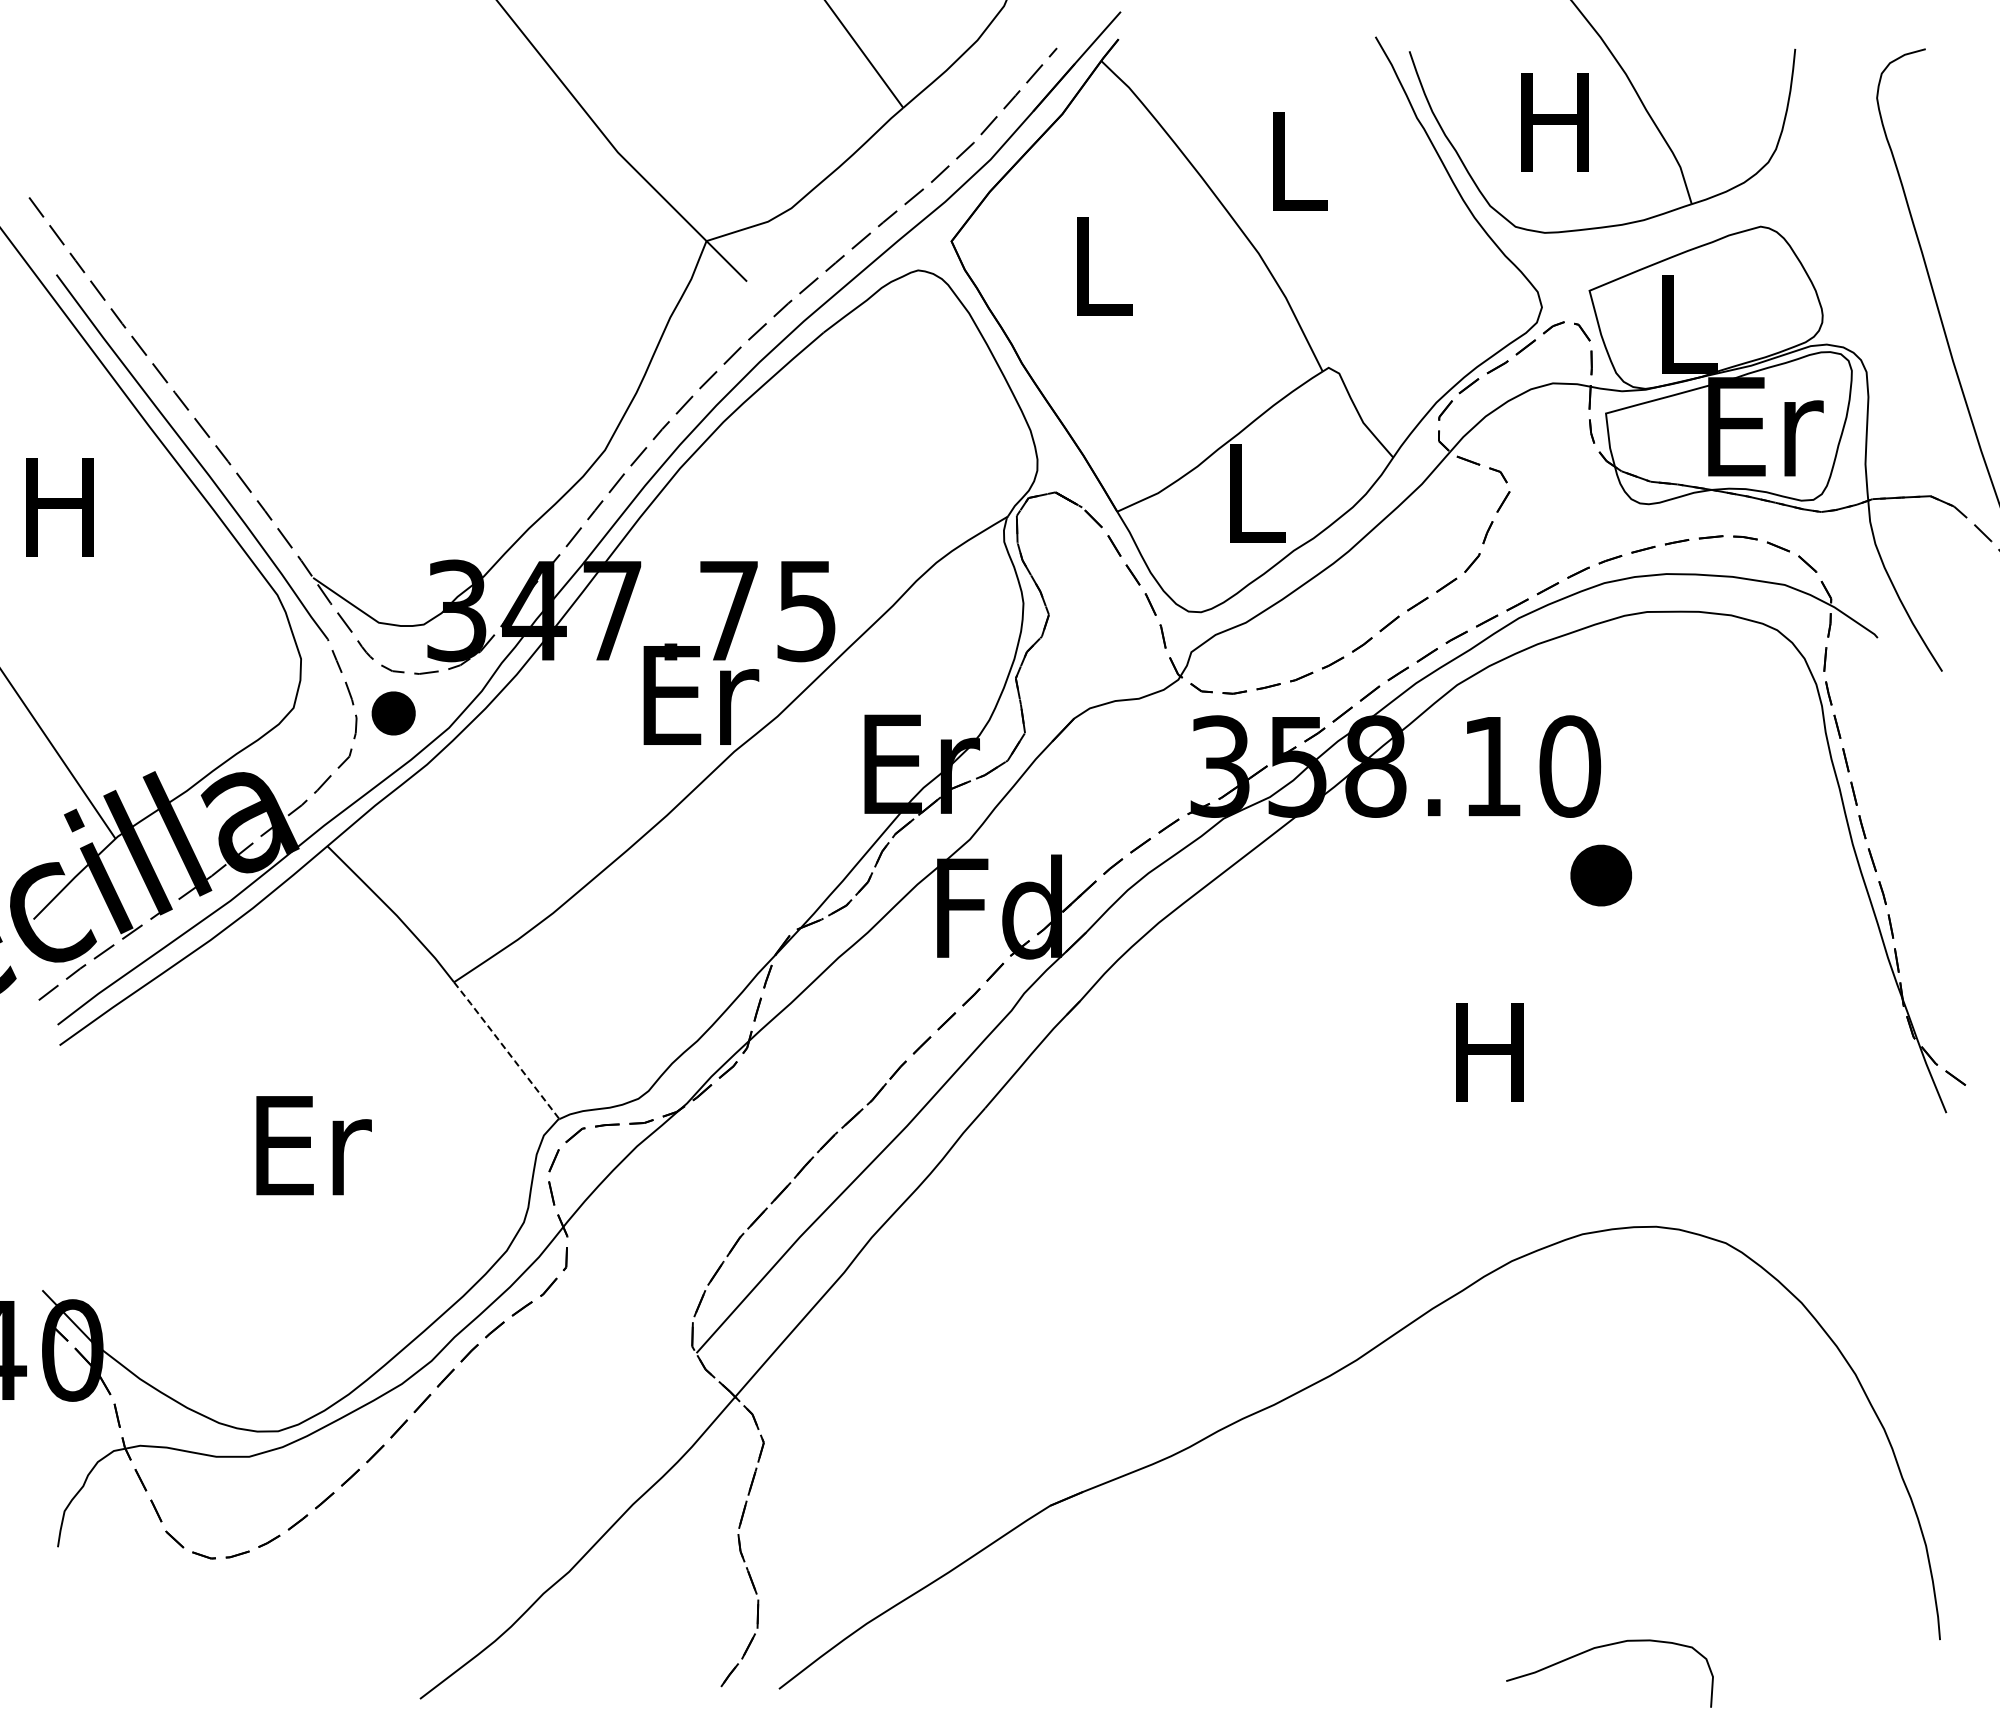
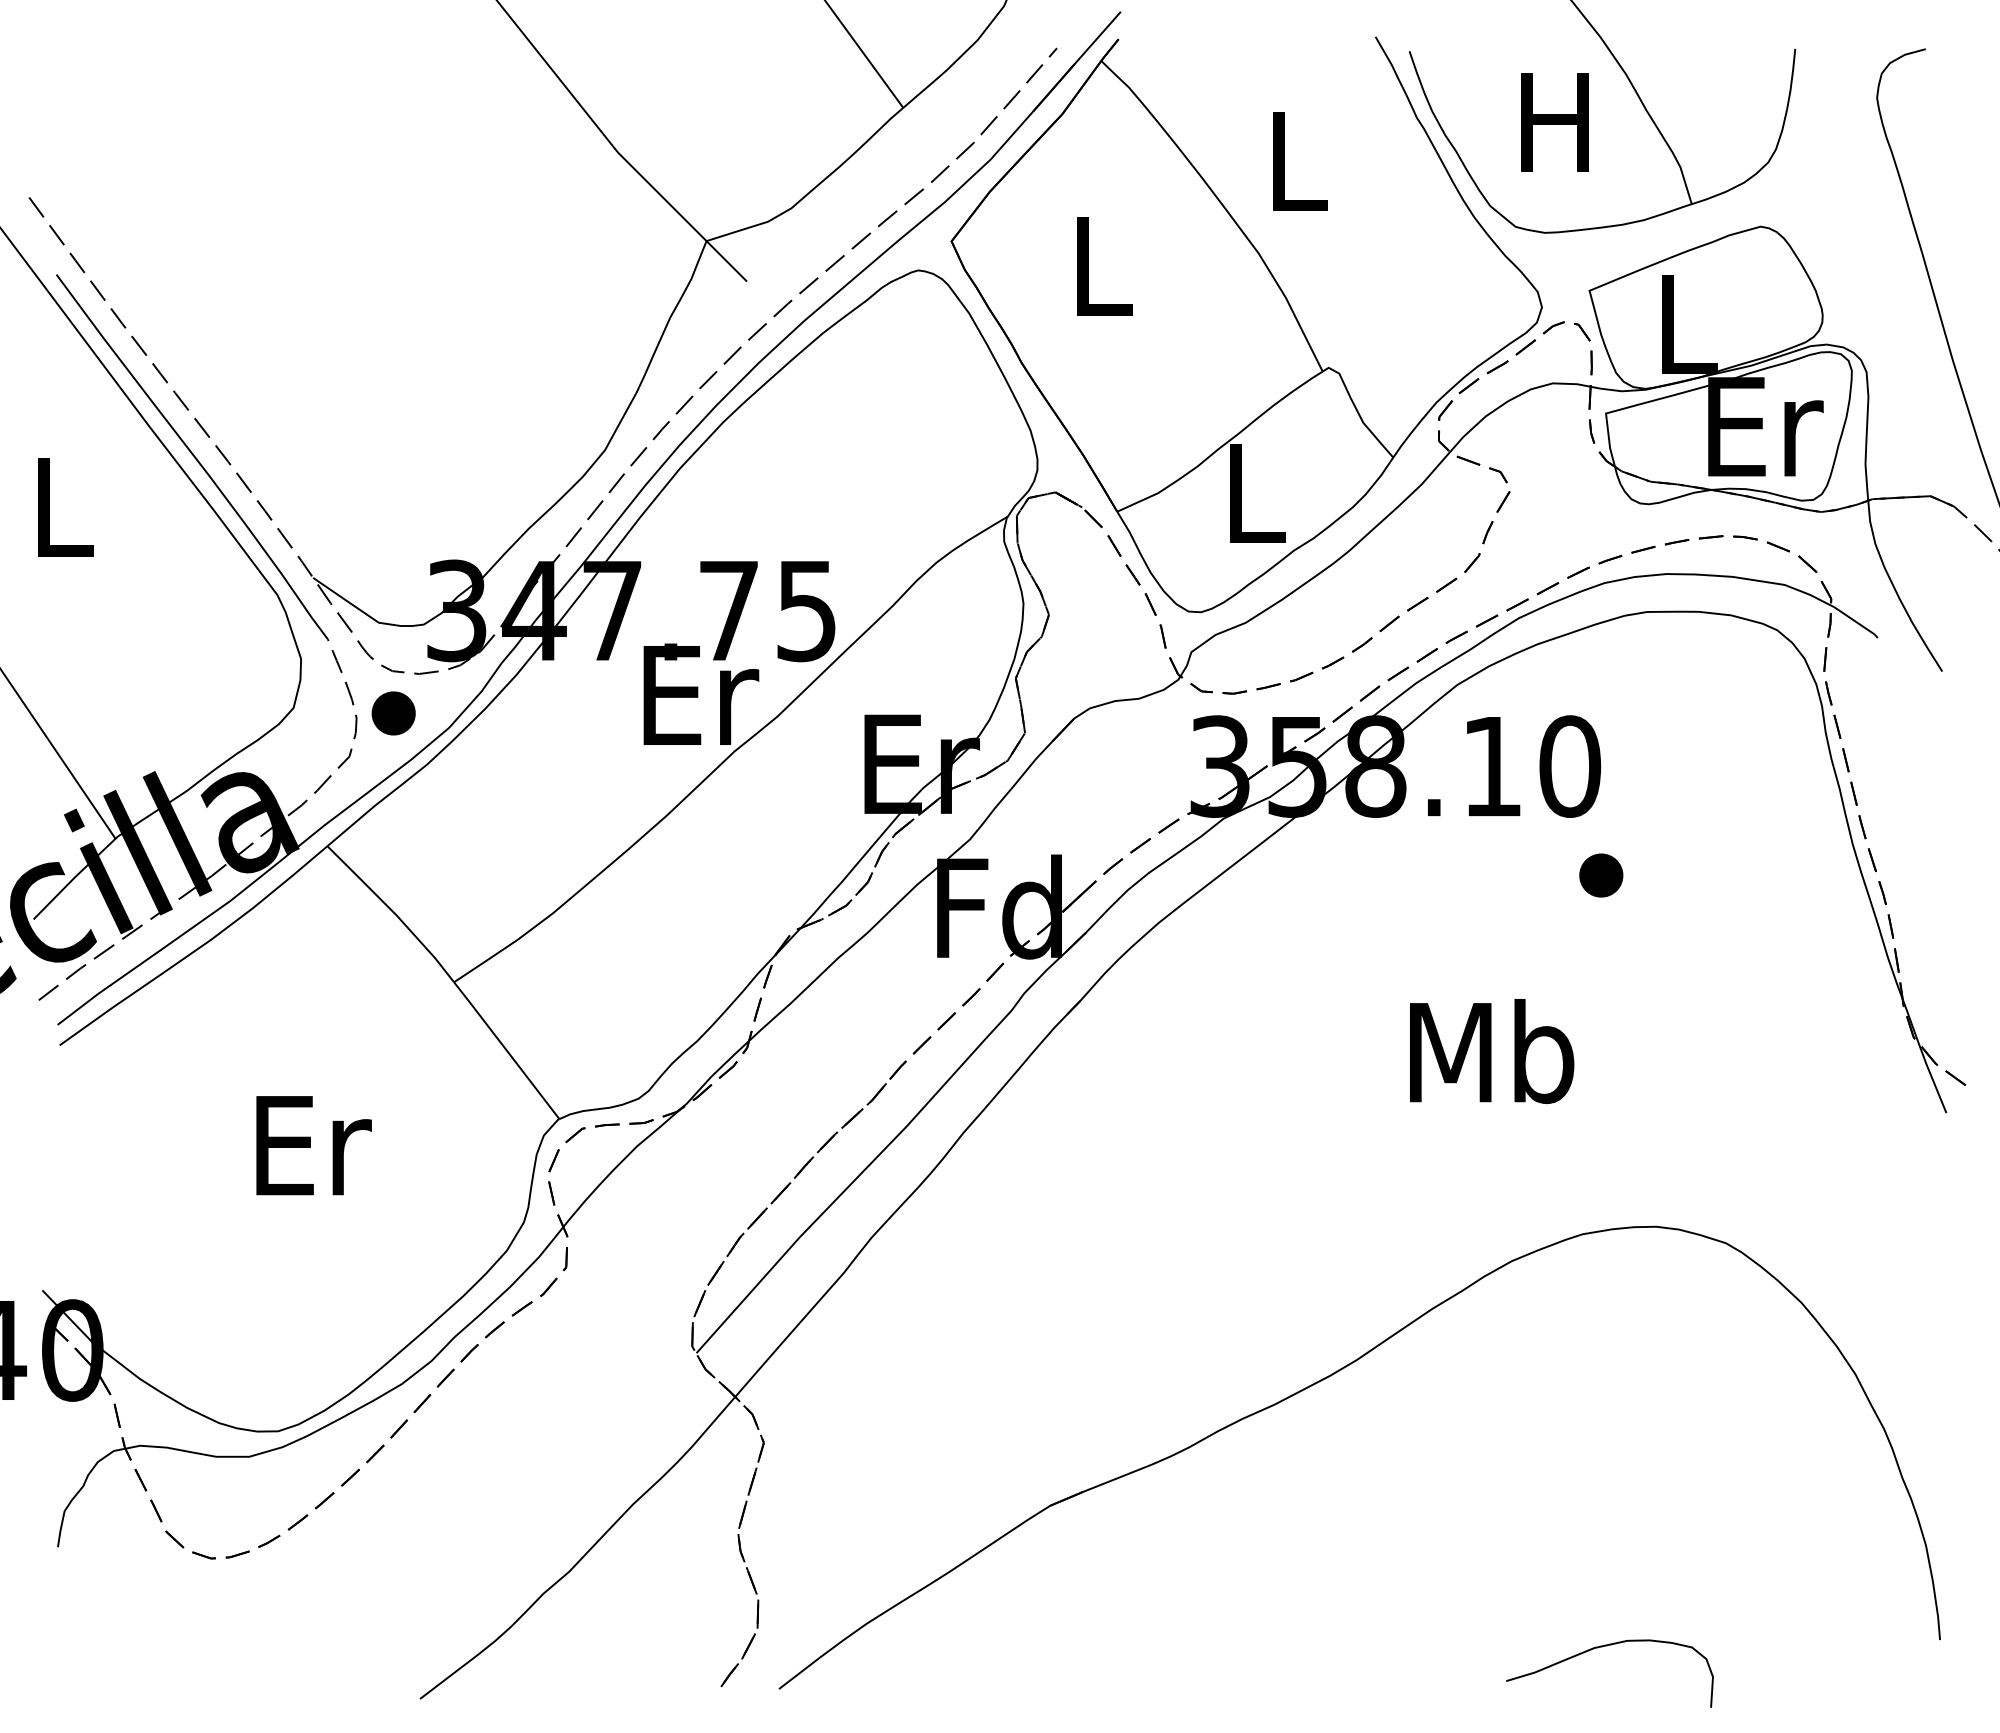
text at (59, 507): H -> L
part at (1600, 875) size: 62x63 px -> 45x45 px
line at (506, 1050): dashed -> solid
text at (1492, 1051): H -> Mb
